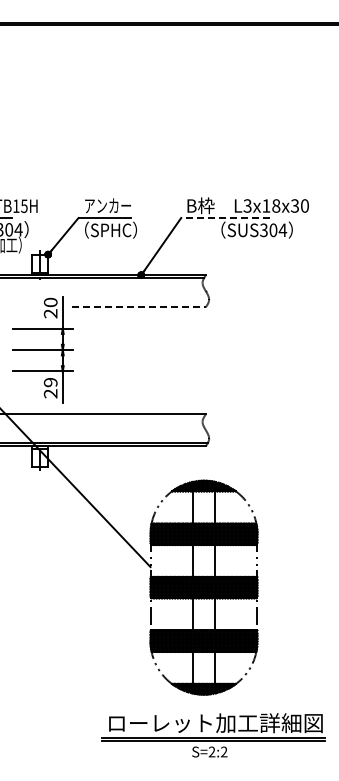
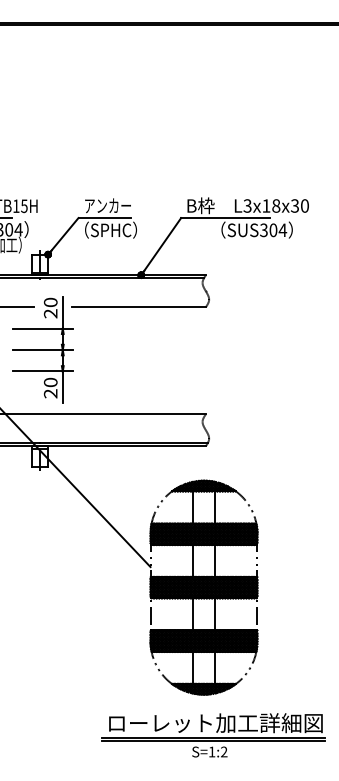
line at (225, 218): dashed -> solid
line at (17, 307): none -> present
line at (139, 307): dashed -> solid
text at (50, 382): 29 -> 20
text at (211, 751): S=2:2 -> S=1:2
